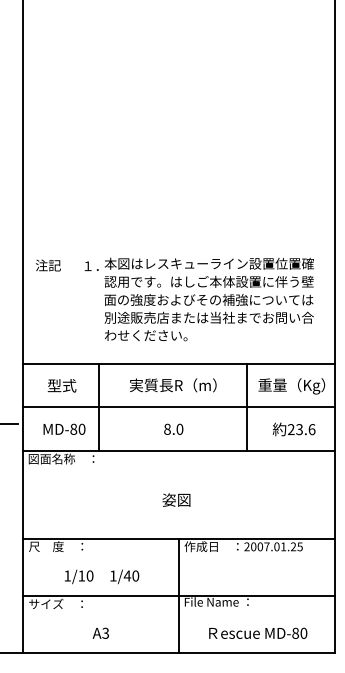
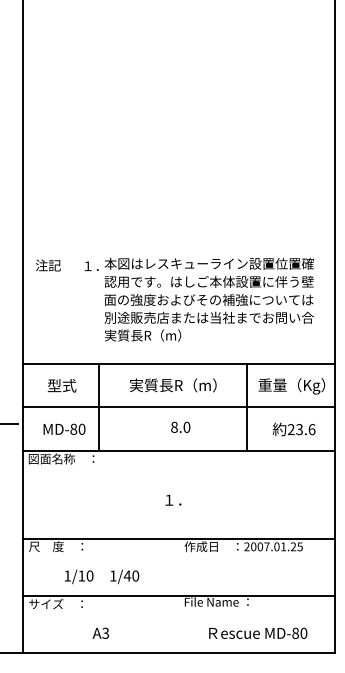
text at (146, 335): わせください。 -> 実質長R（m）
text at (173, 428) position: (173, 428) -> (180, 426)
text at (176, 499): 姿図 -> １．
line at (179, 595): present -> none
